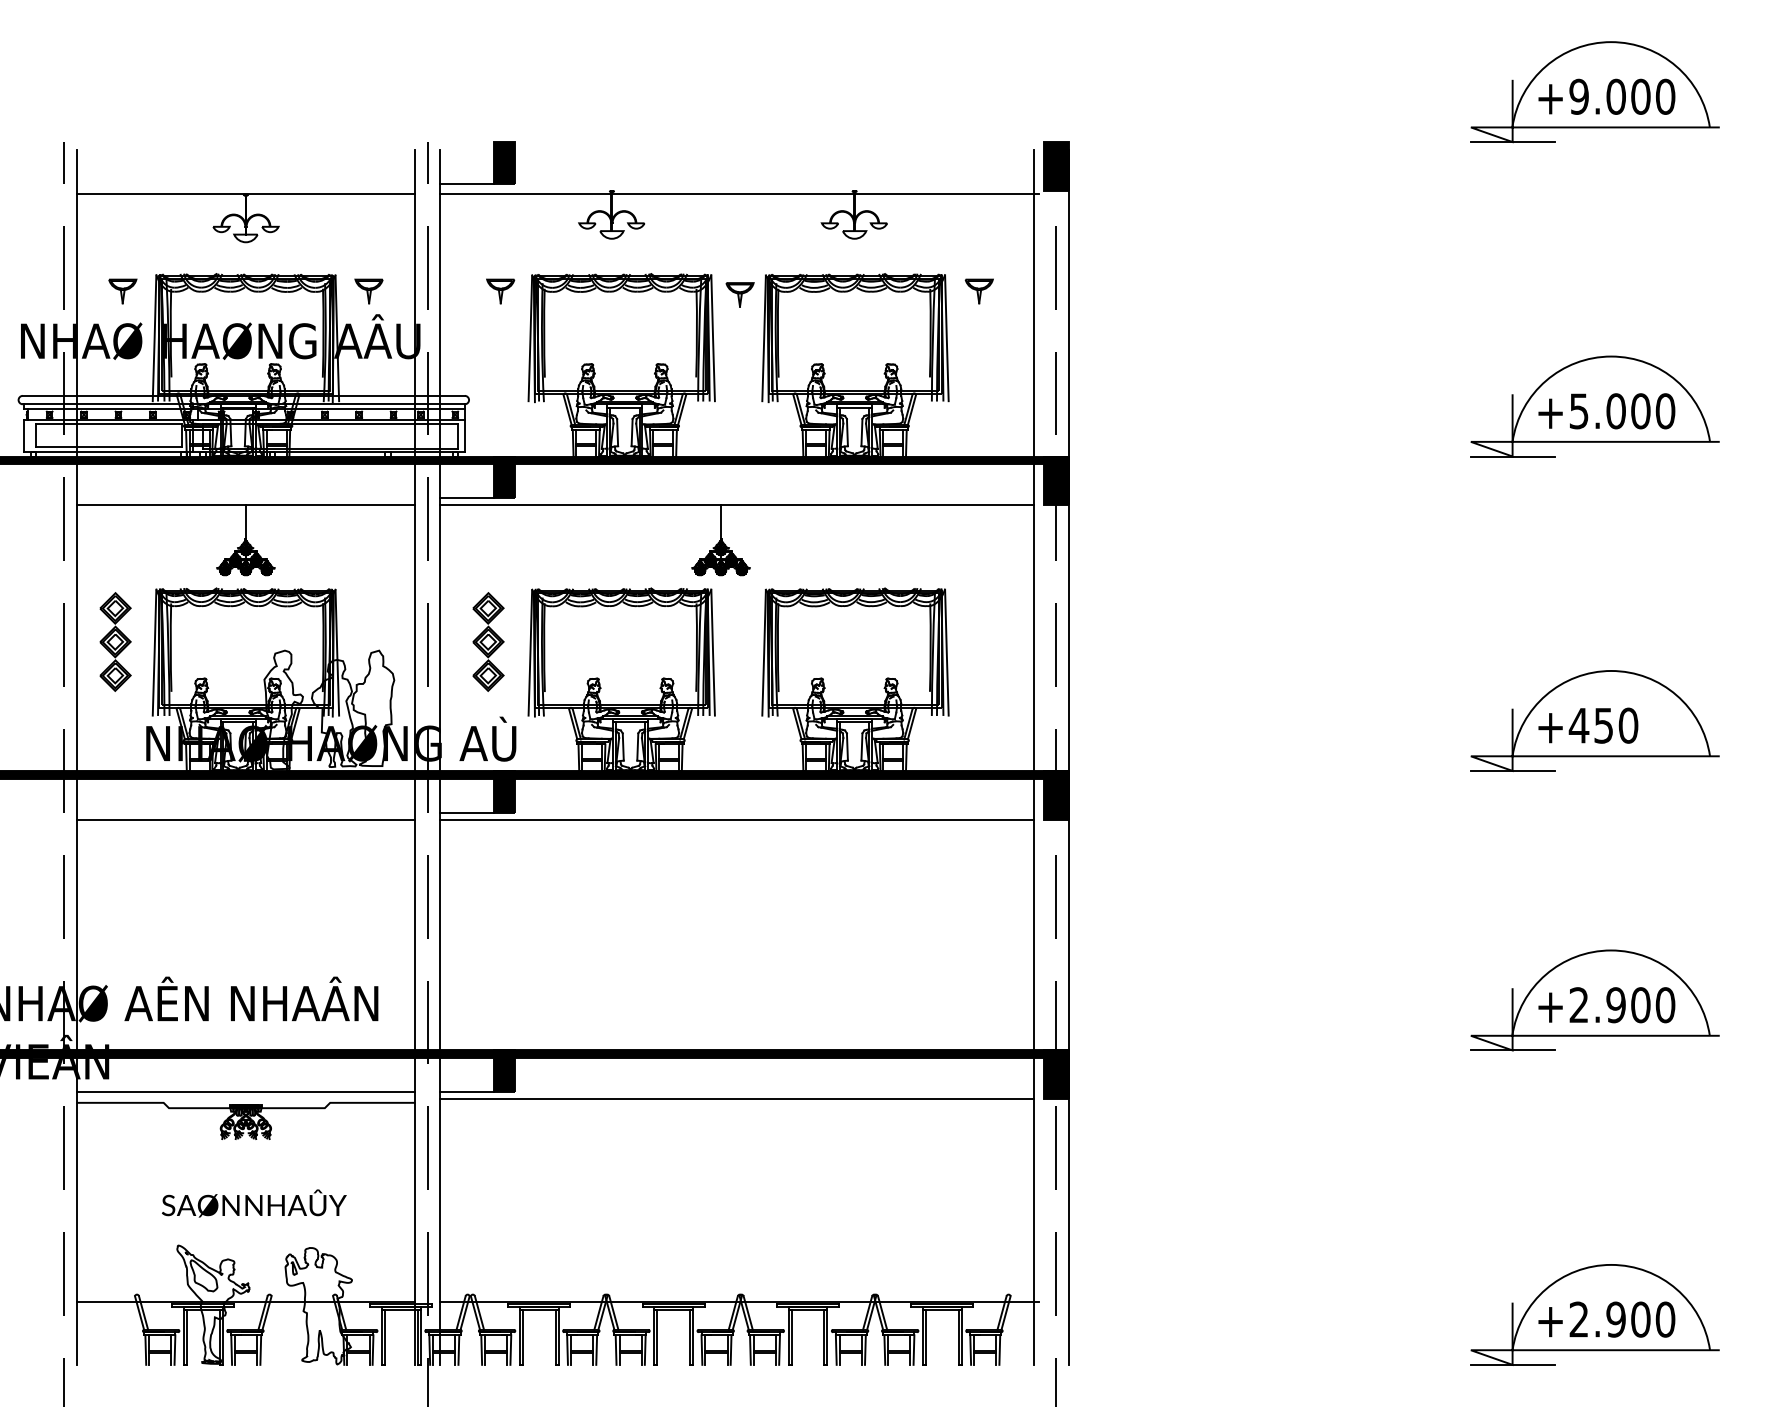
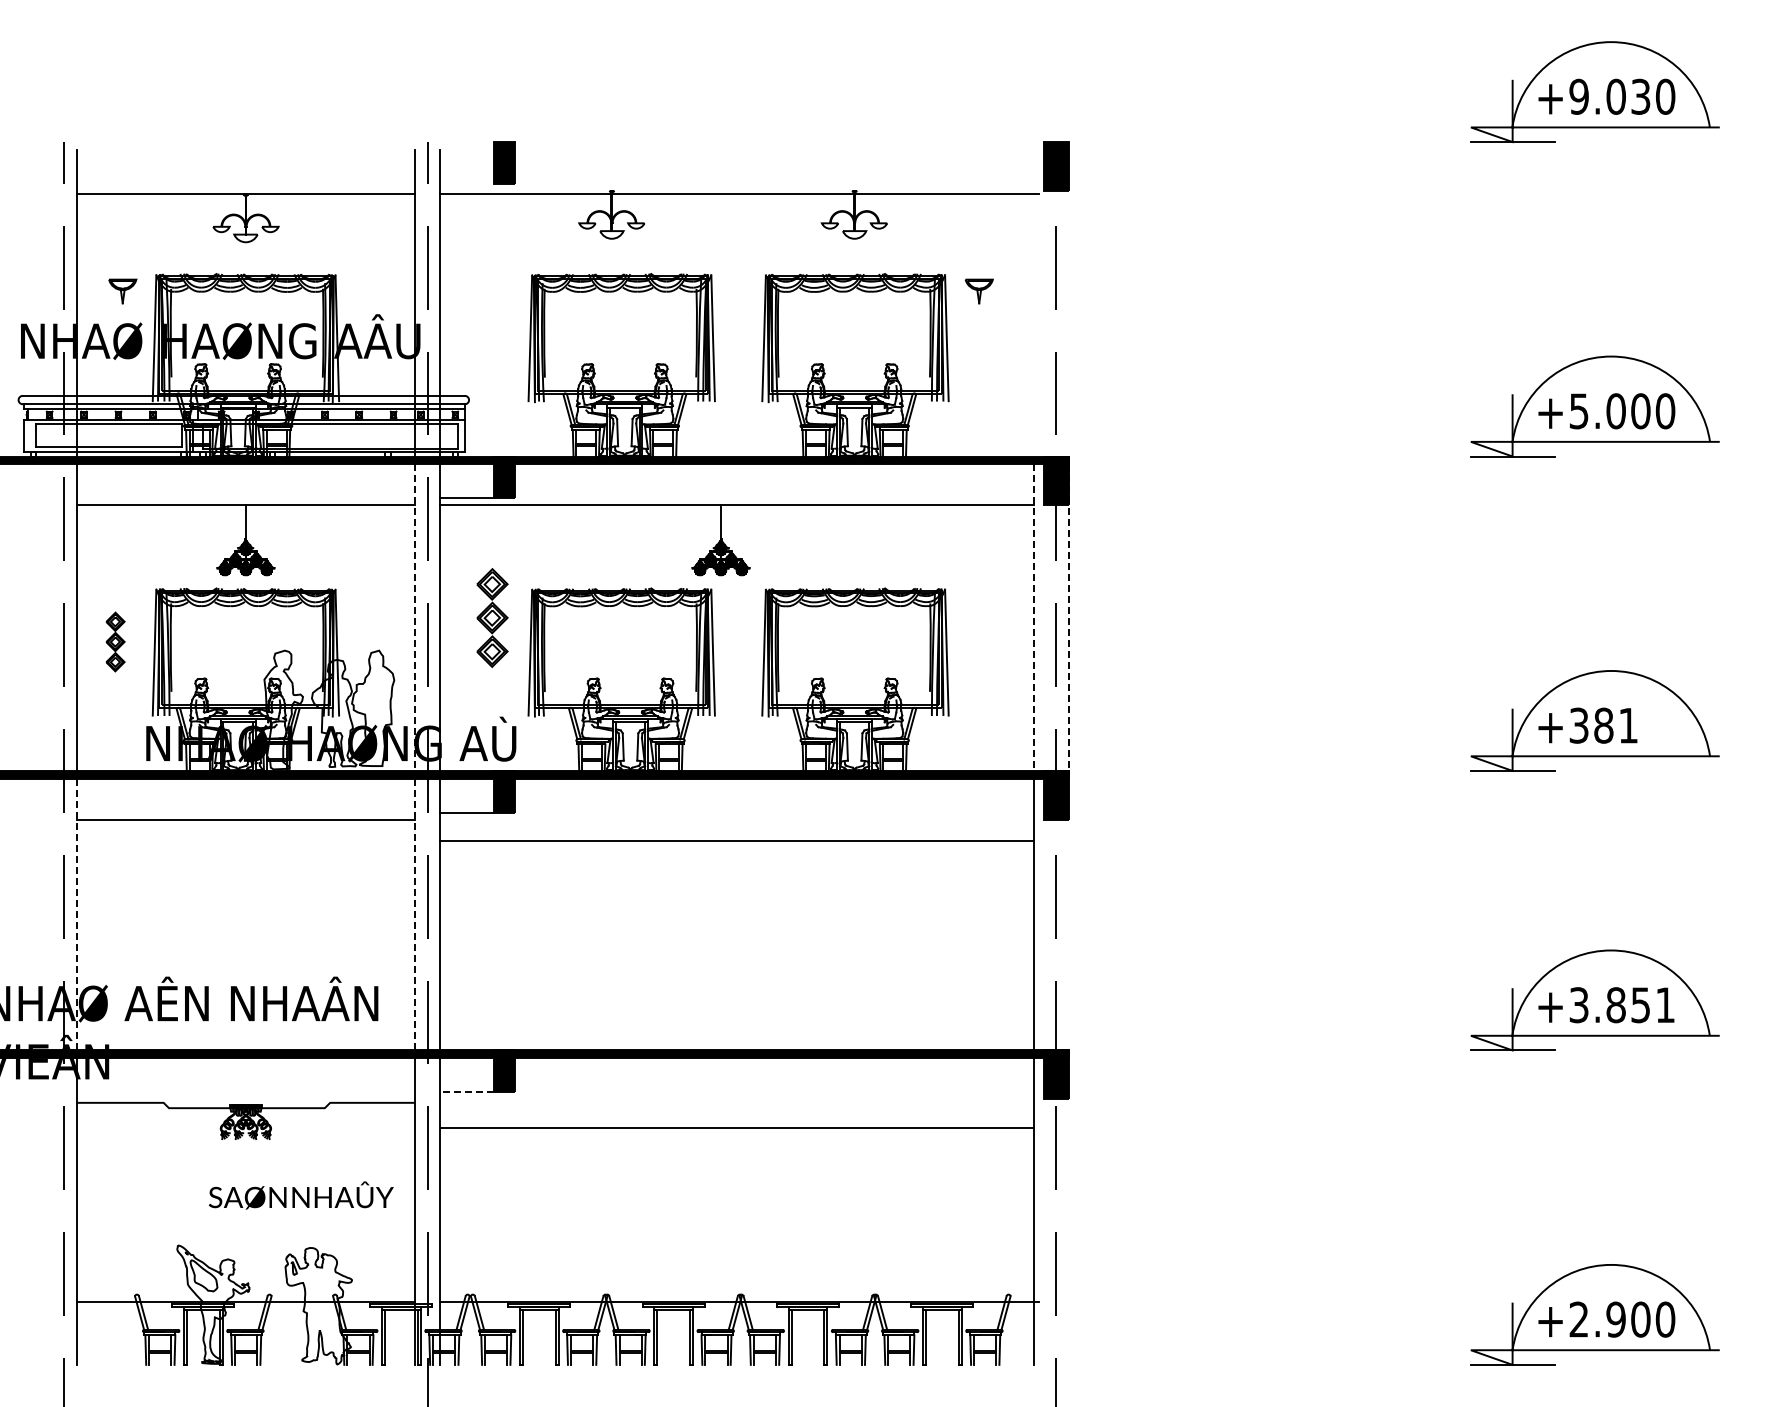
text at (1640, 96): +9.000 -> +9.030
line at (466, 184): present -> none
part at (368, 291): present -> none
part at (500, 291): present -> none
part at (739, 294): present -> none
line at (1033, 302): present -> none
line at (1068, 302): present -> none
line at (415, 618): solid -> dashed
line at (1033, 618): solid -> dashed
line at (1068, 618): solid -> dashed
part at (115, 641) size: 33x100 px -> 21x62 px
part at (488, 641) position: (488, 641) -> (492, 617)
text at (1603, 725): +450 -> +381
line at (736, 819) position: (736, 819) -> (736, 840)
line at (76, 914): solid -> dashed
line at (415, 914): solid -> dashed
line at (1068, 914): present -> none
text at (1622, 1005): +2.900 -> +3.851
line at (245, 1092): present -> none
line at (466, 1092): solid -> dashed
line at (736, 1099) position: (736, 1099) -> (736, 1128)
text at (254, 1203) position: (254, 1203) -> (301, 1195)
line at (1068, 1211): present -> none
